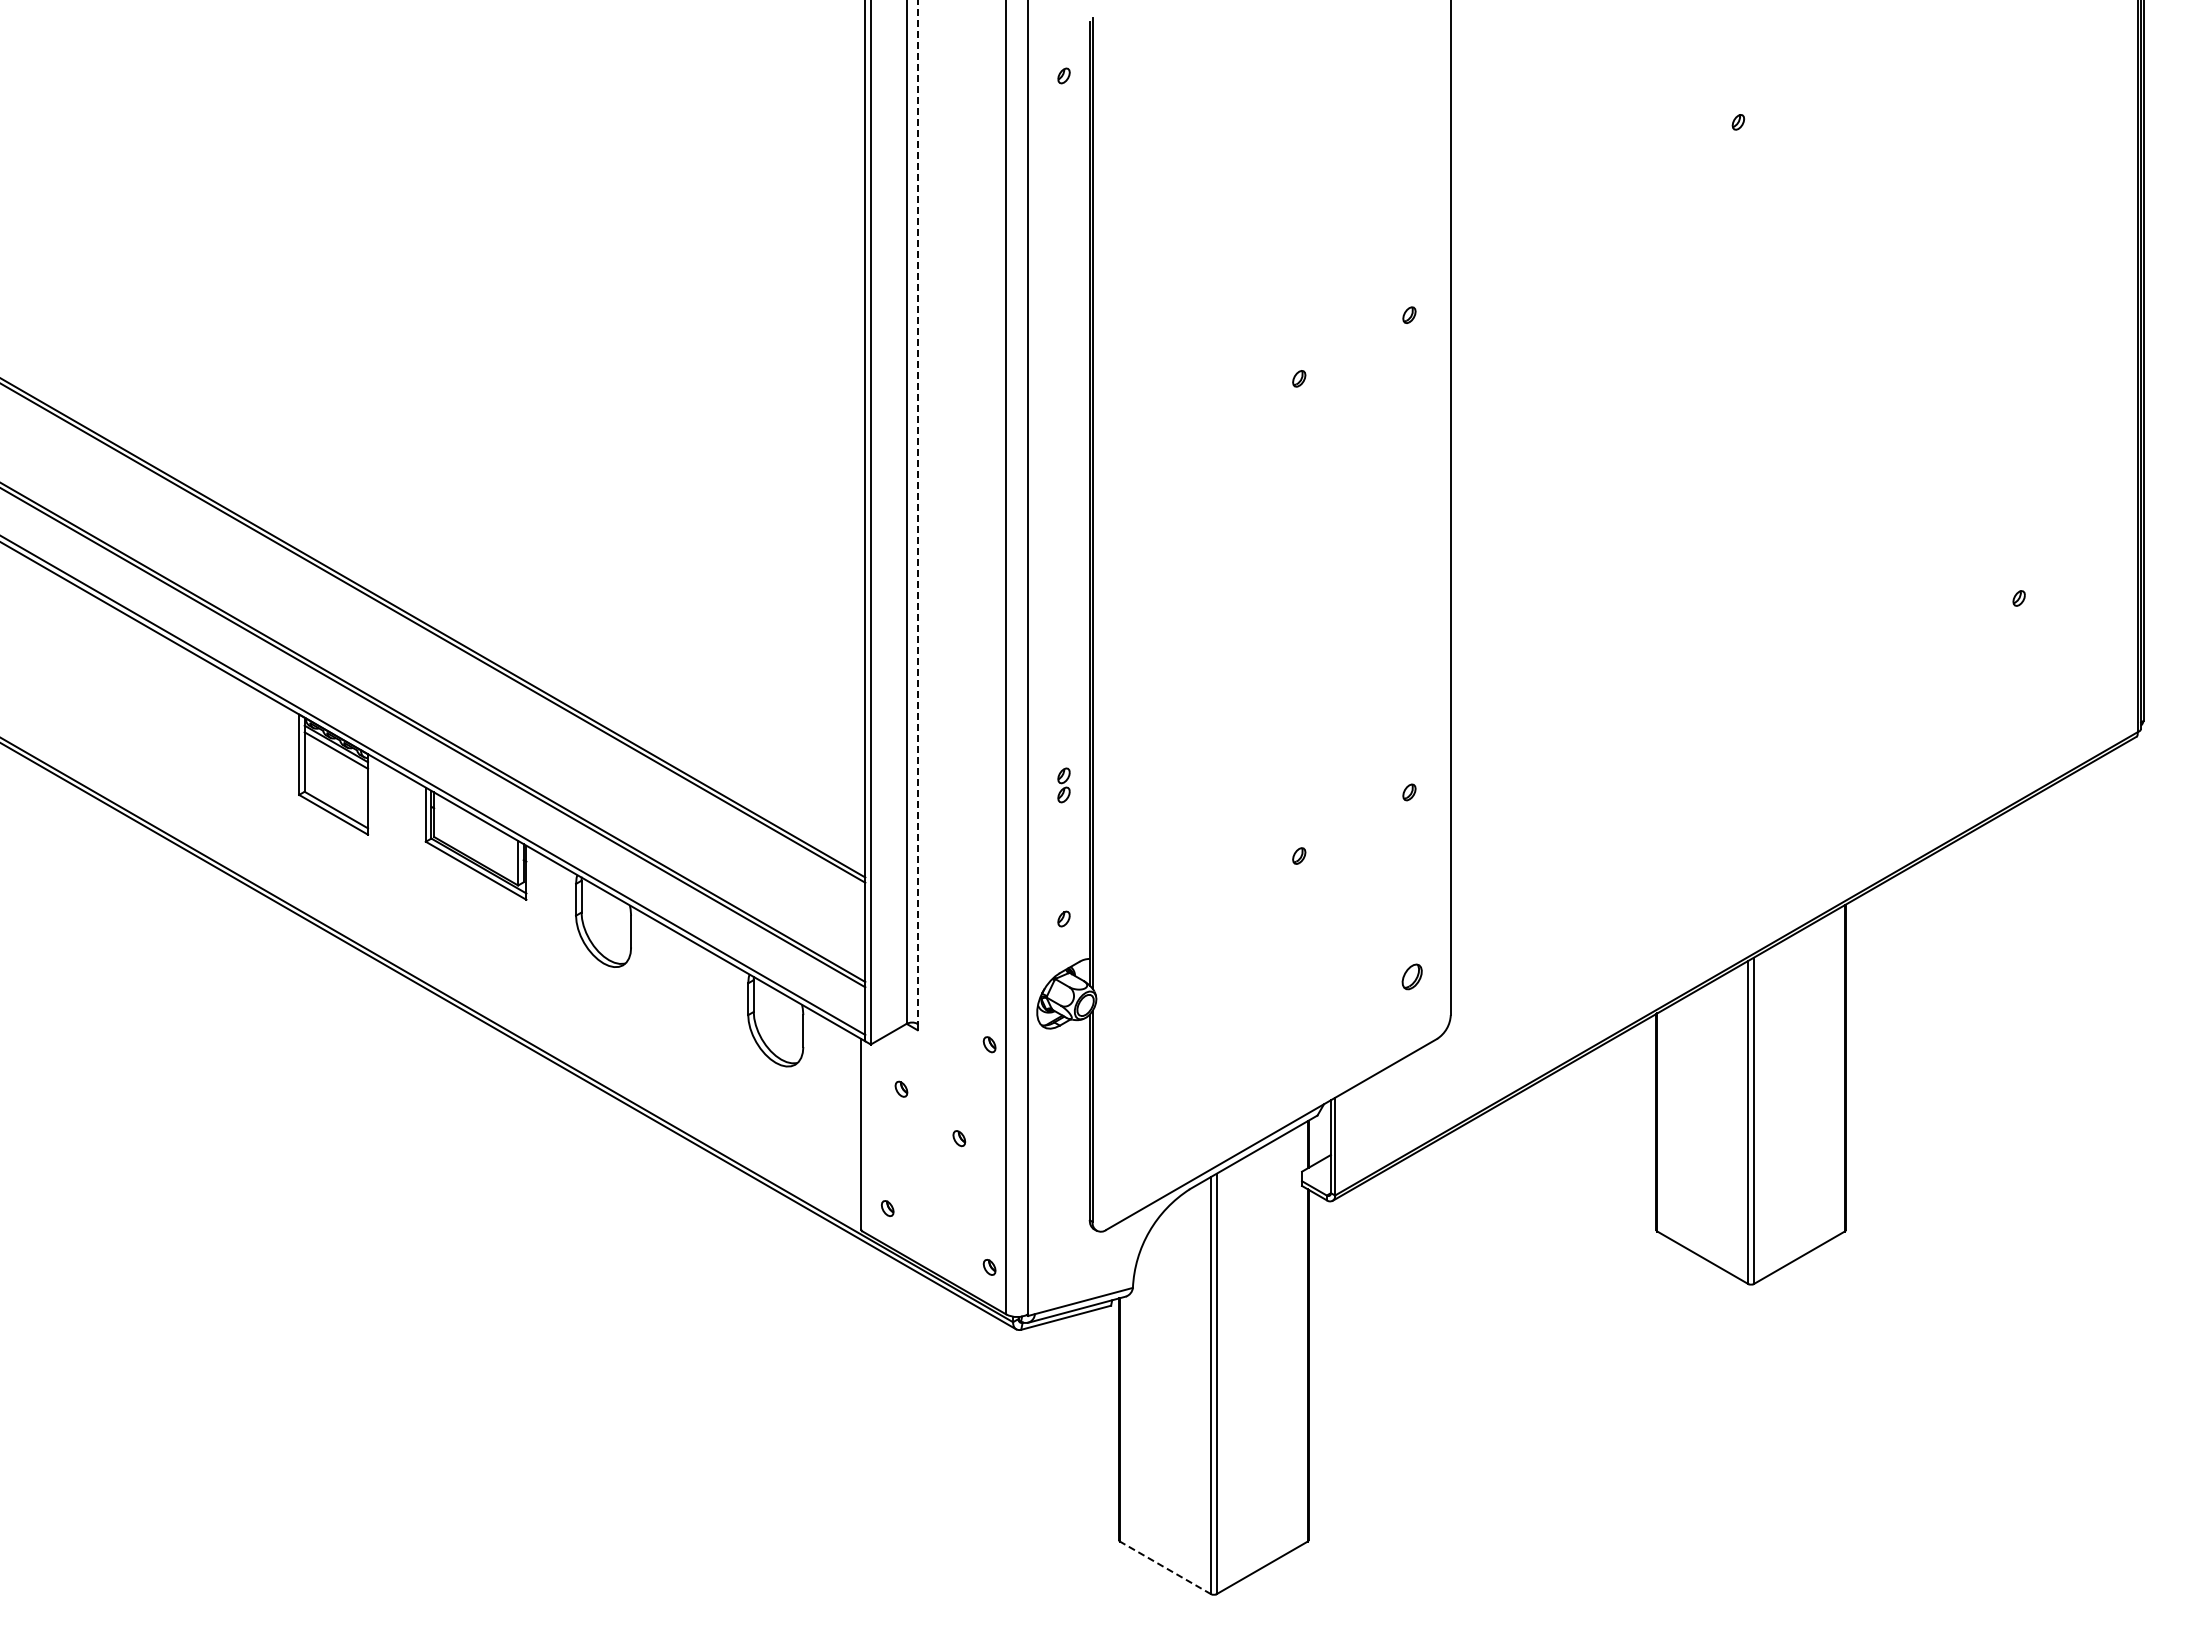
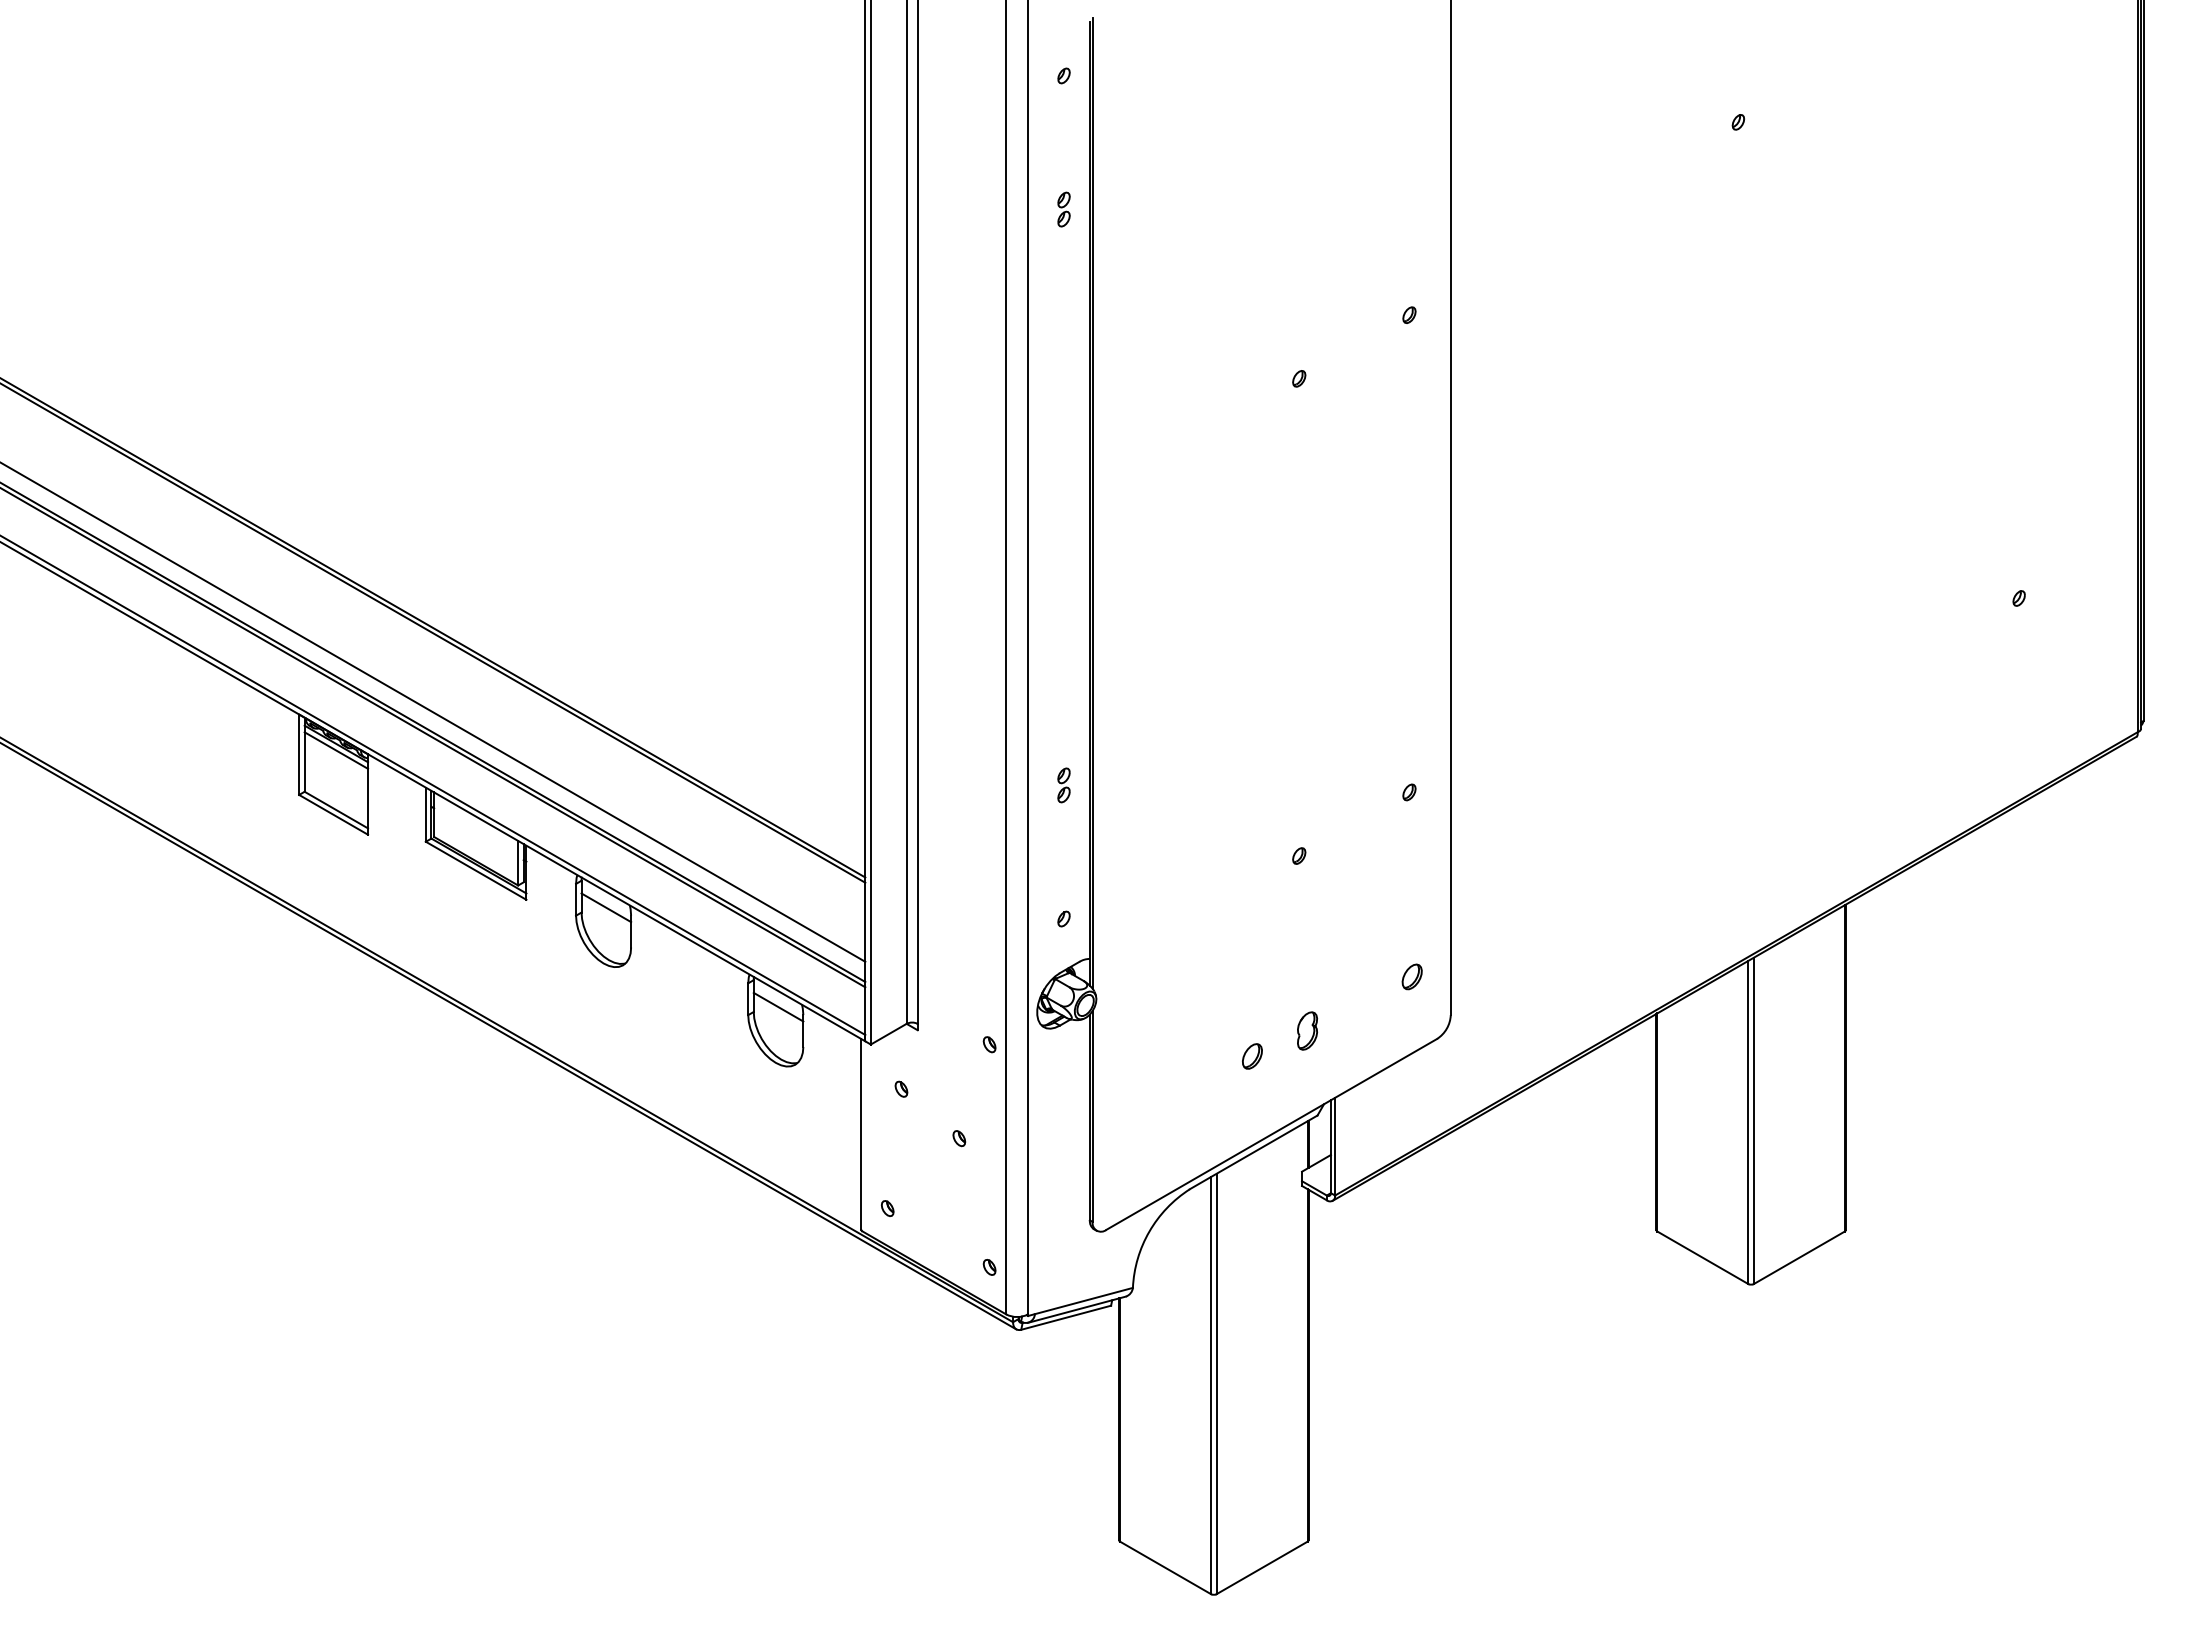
part at (1063, 209): none -> present
line at (917, 512): dashed -> solid
line at (433, 712): none -> present
line at (606, 907): none -> present
line at (778, 1006): none -> present
part at (1307, 1030): none -> present
part at (1252, 1056): none -> present
line at (1165, 1567): dashed -> solid
